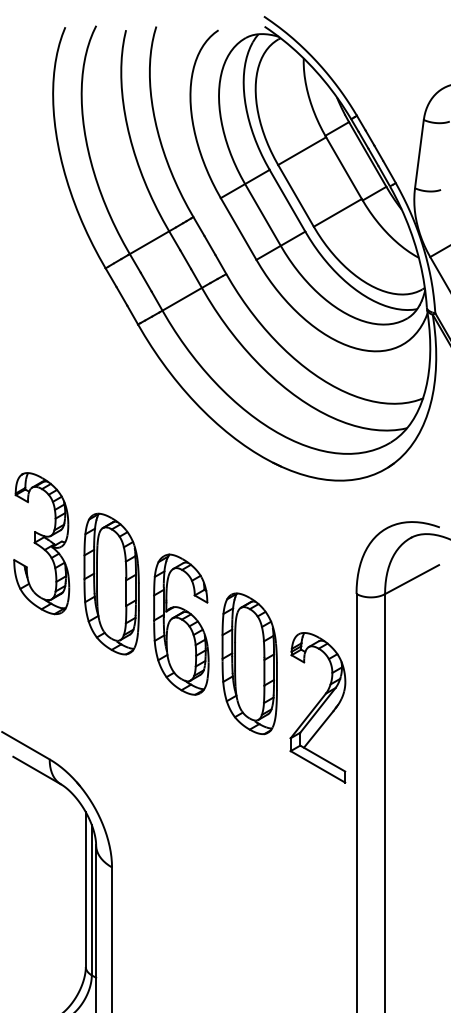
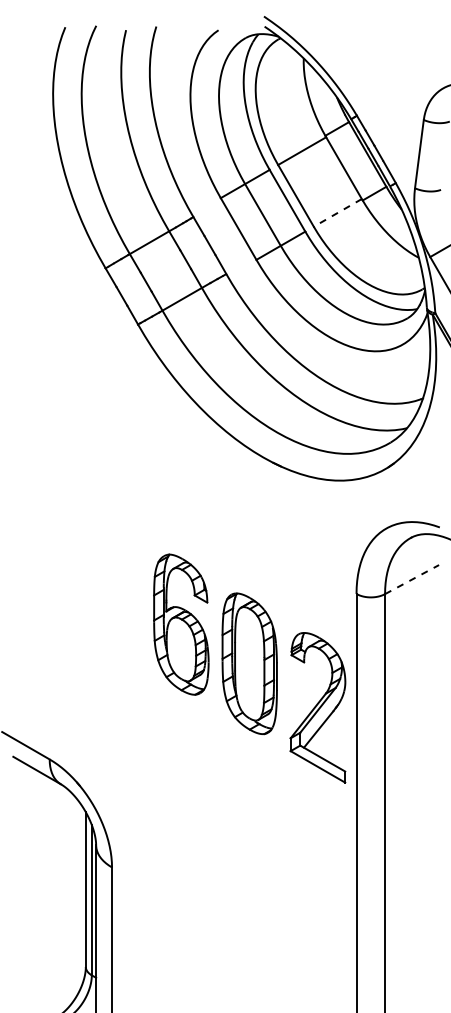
line at (337, 212): solid -> dashed
part at (41, 543): present -> none
line at (412, 579): solid -> dashed
part at (111, 583): present -> none
